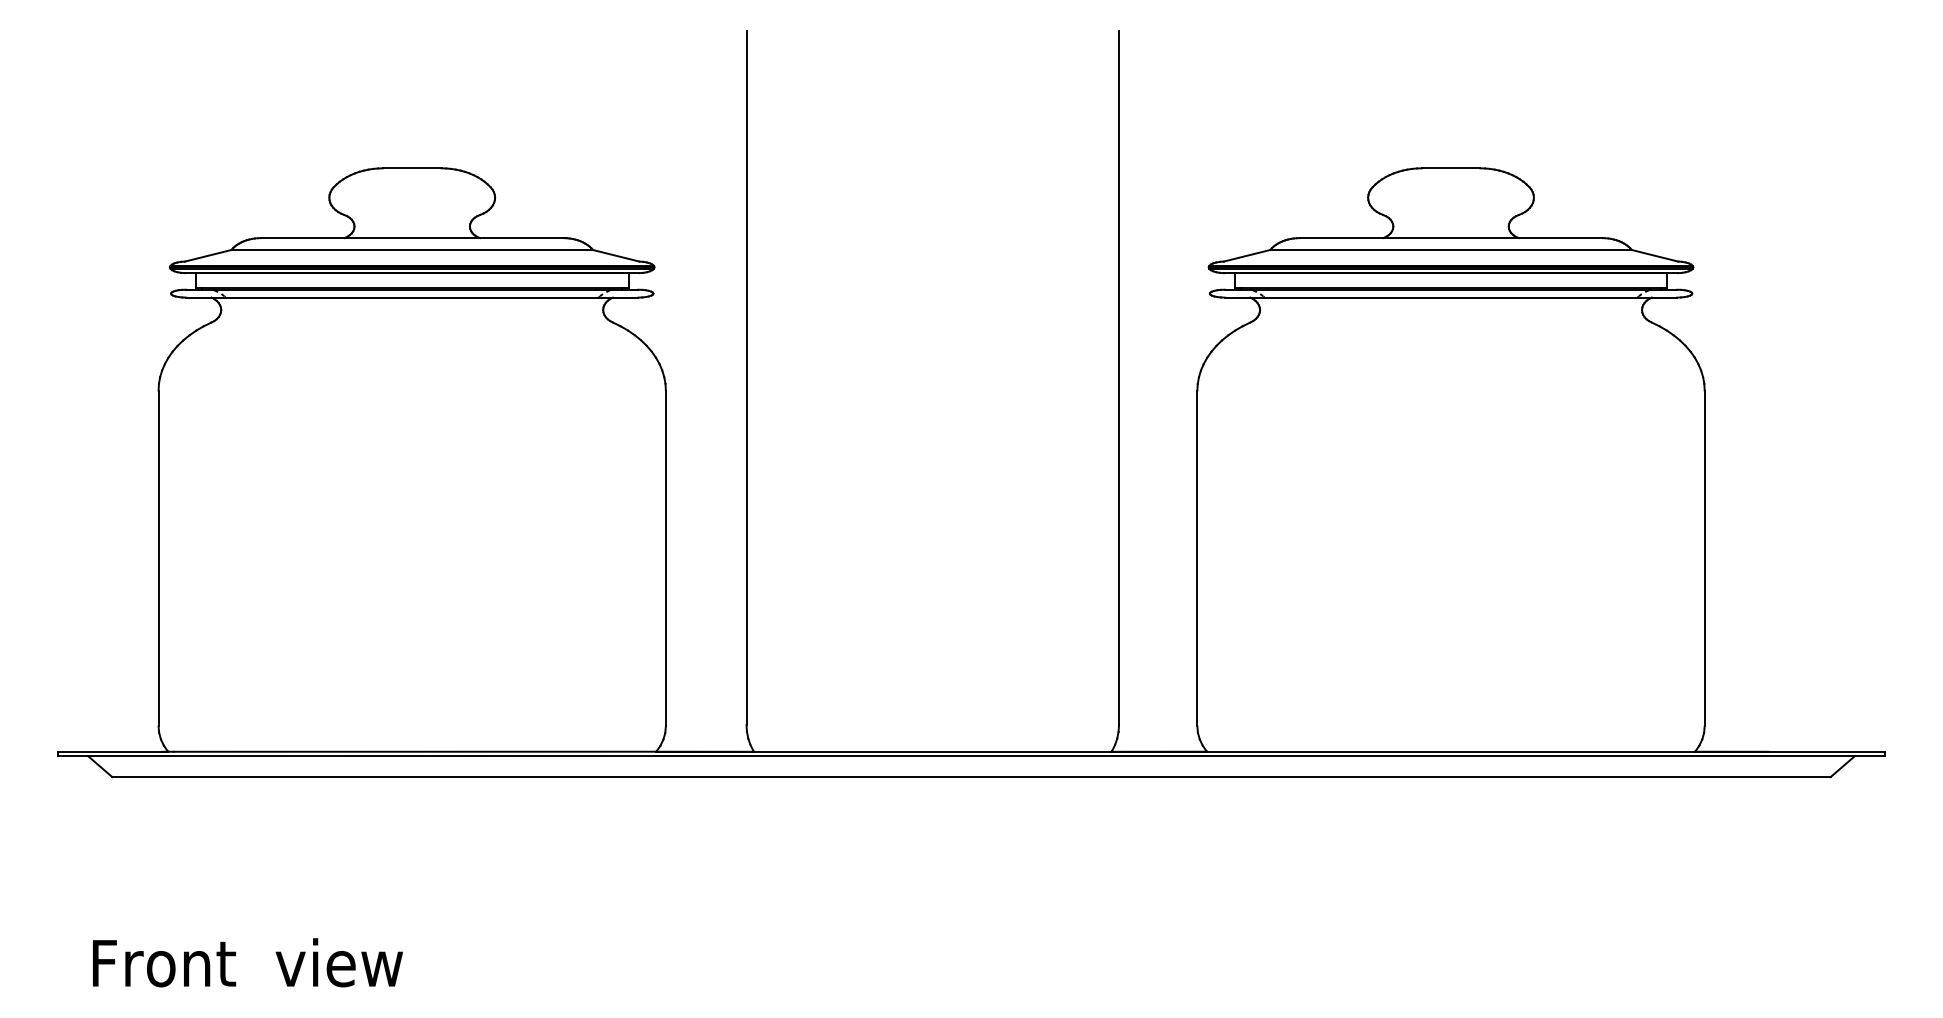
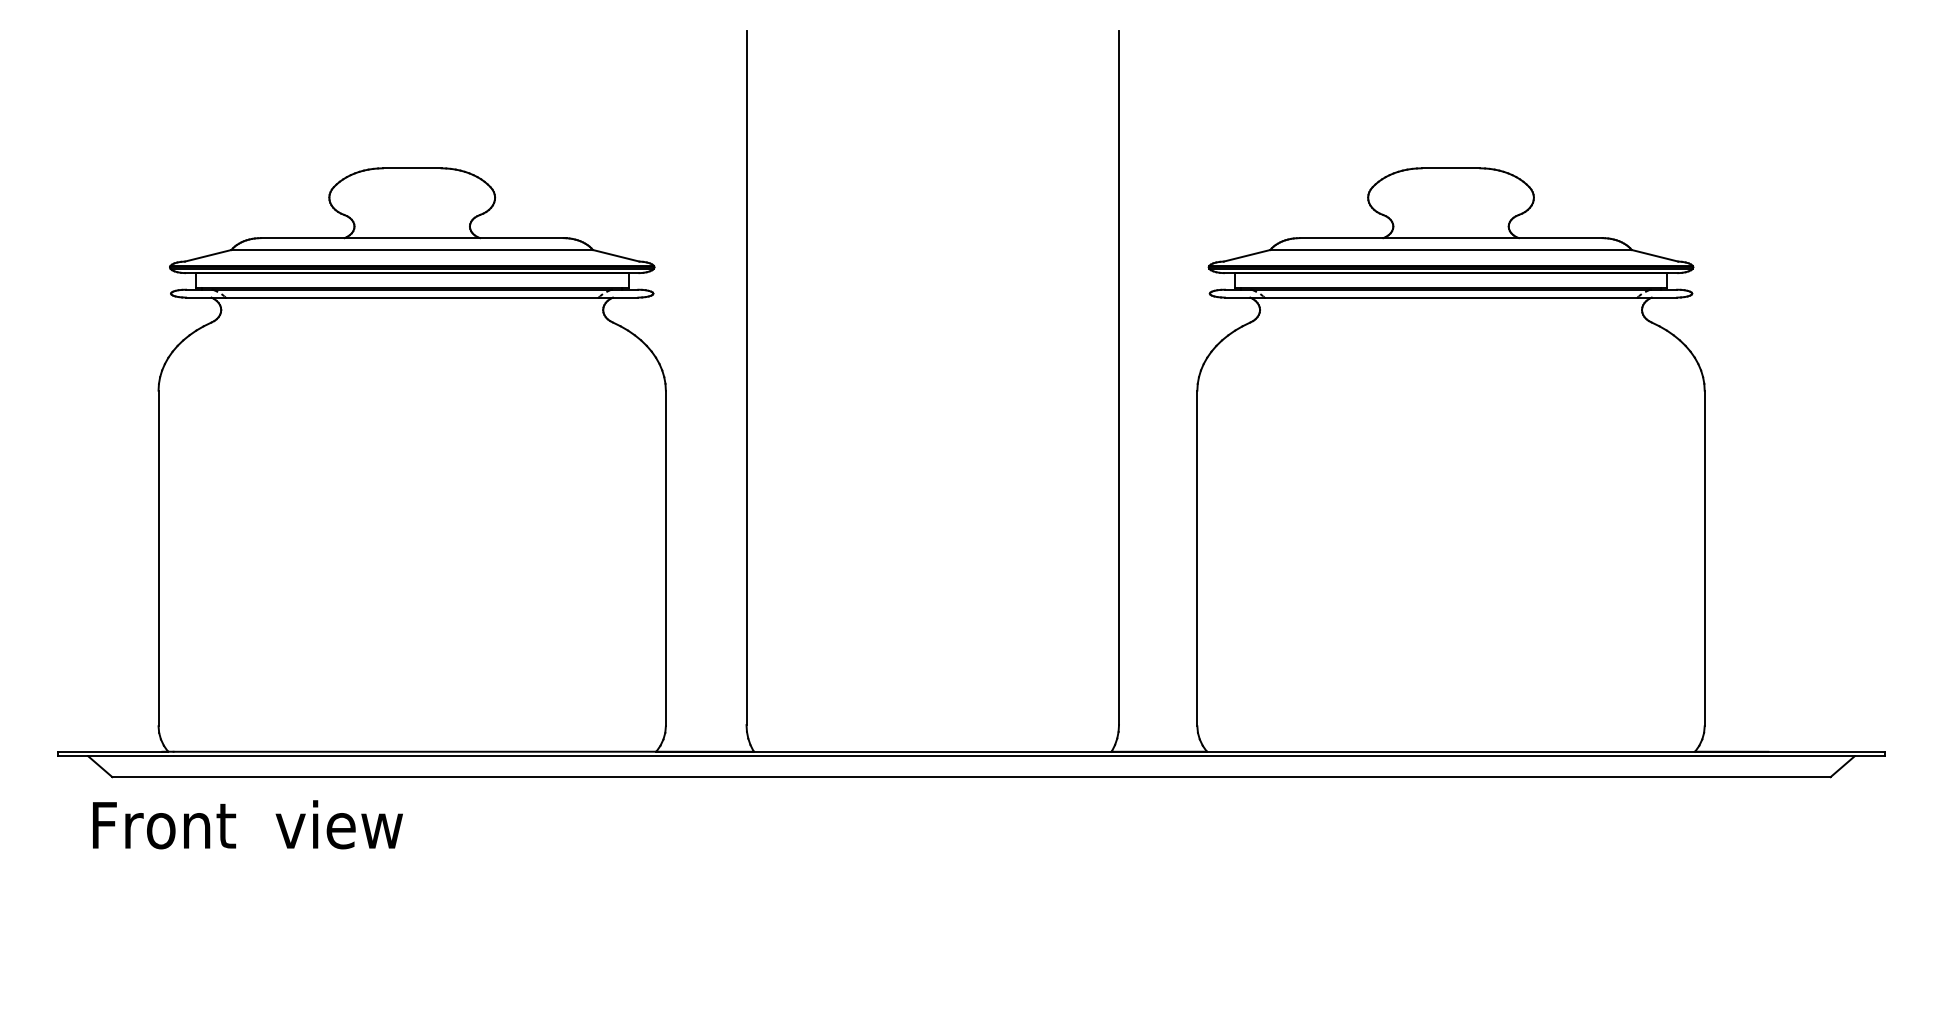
text at (247, 962) position: (247, 962) -> (247, 824)
